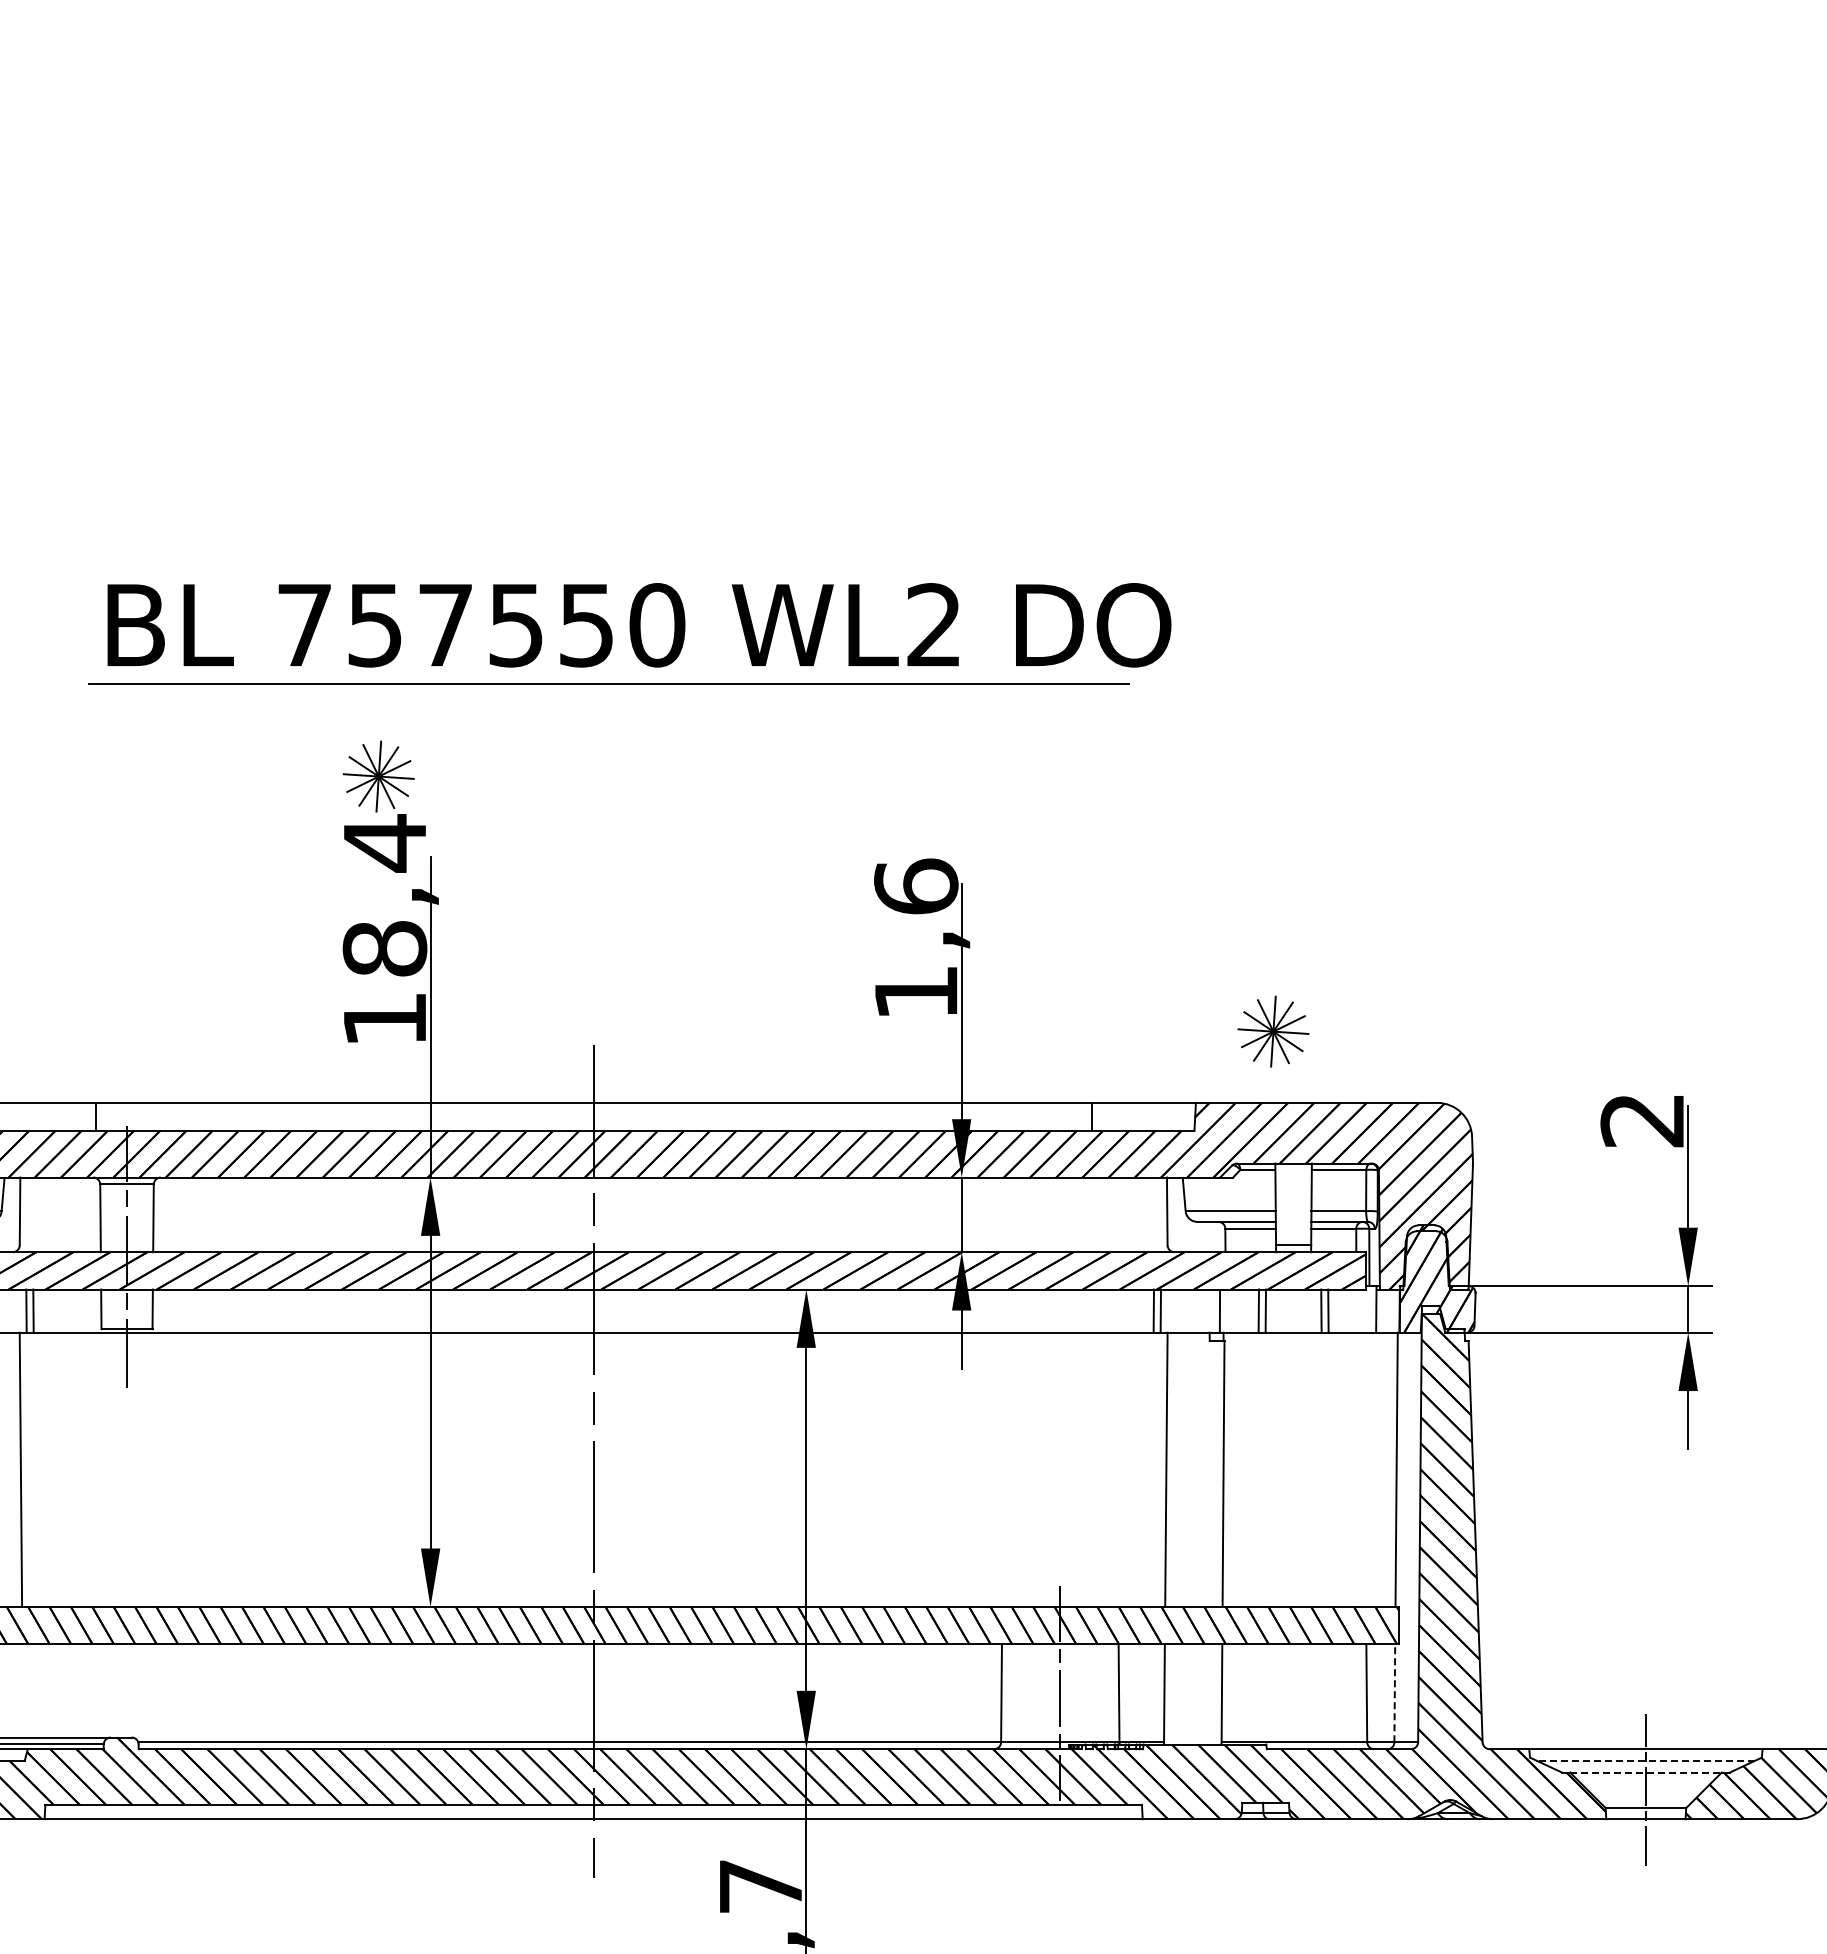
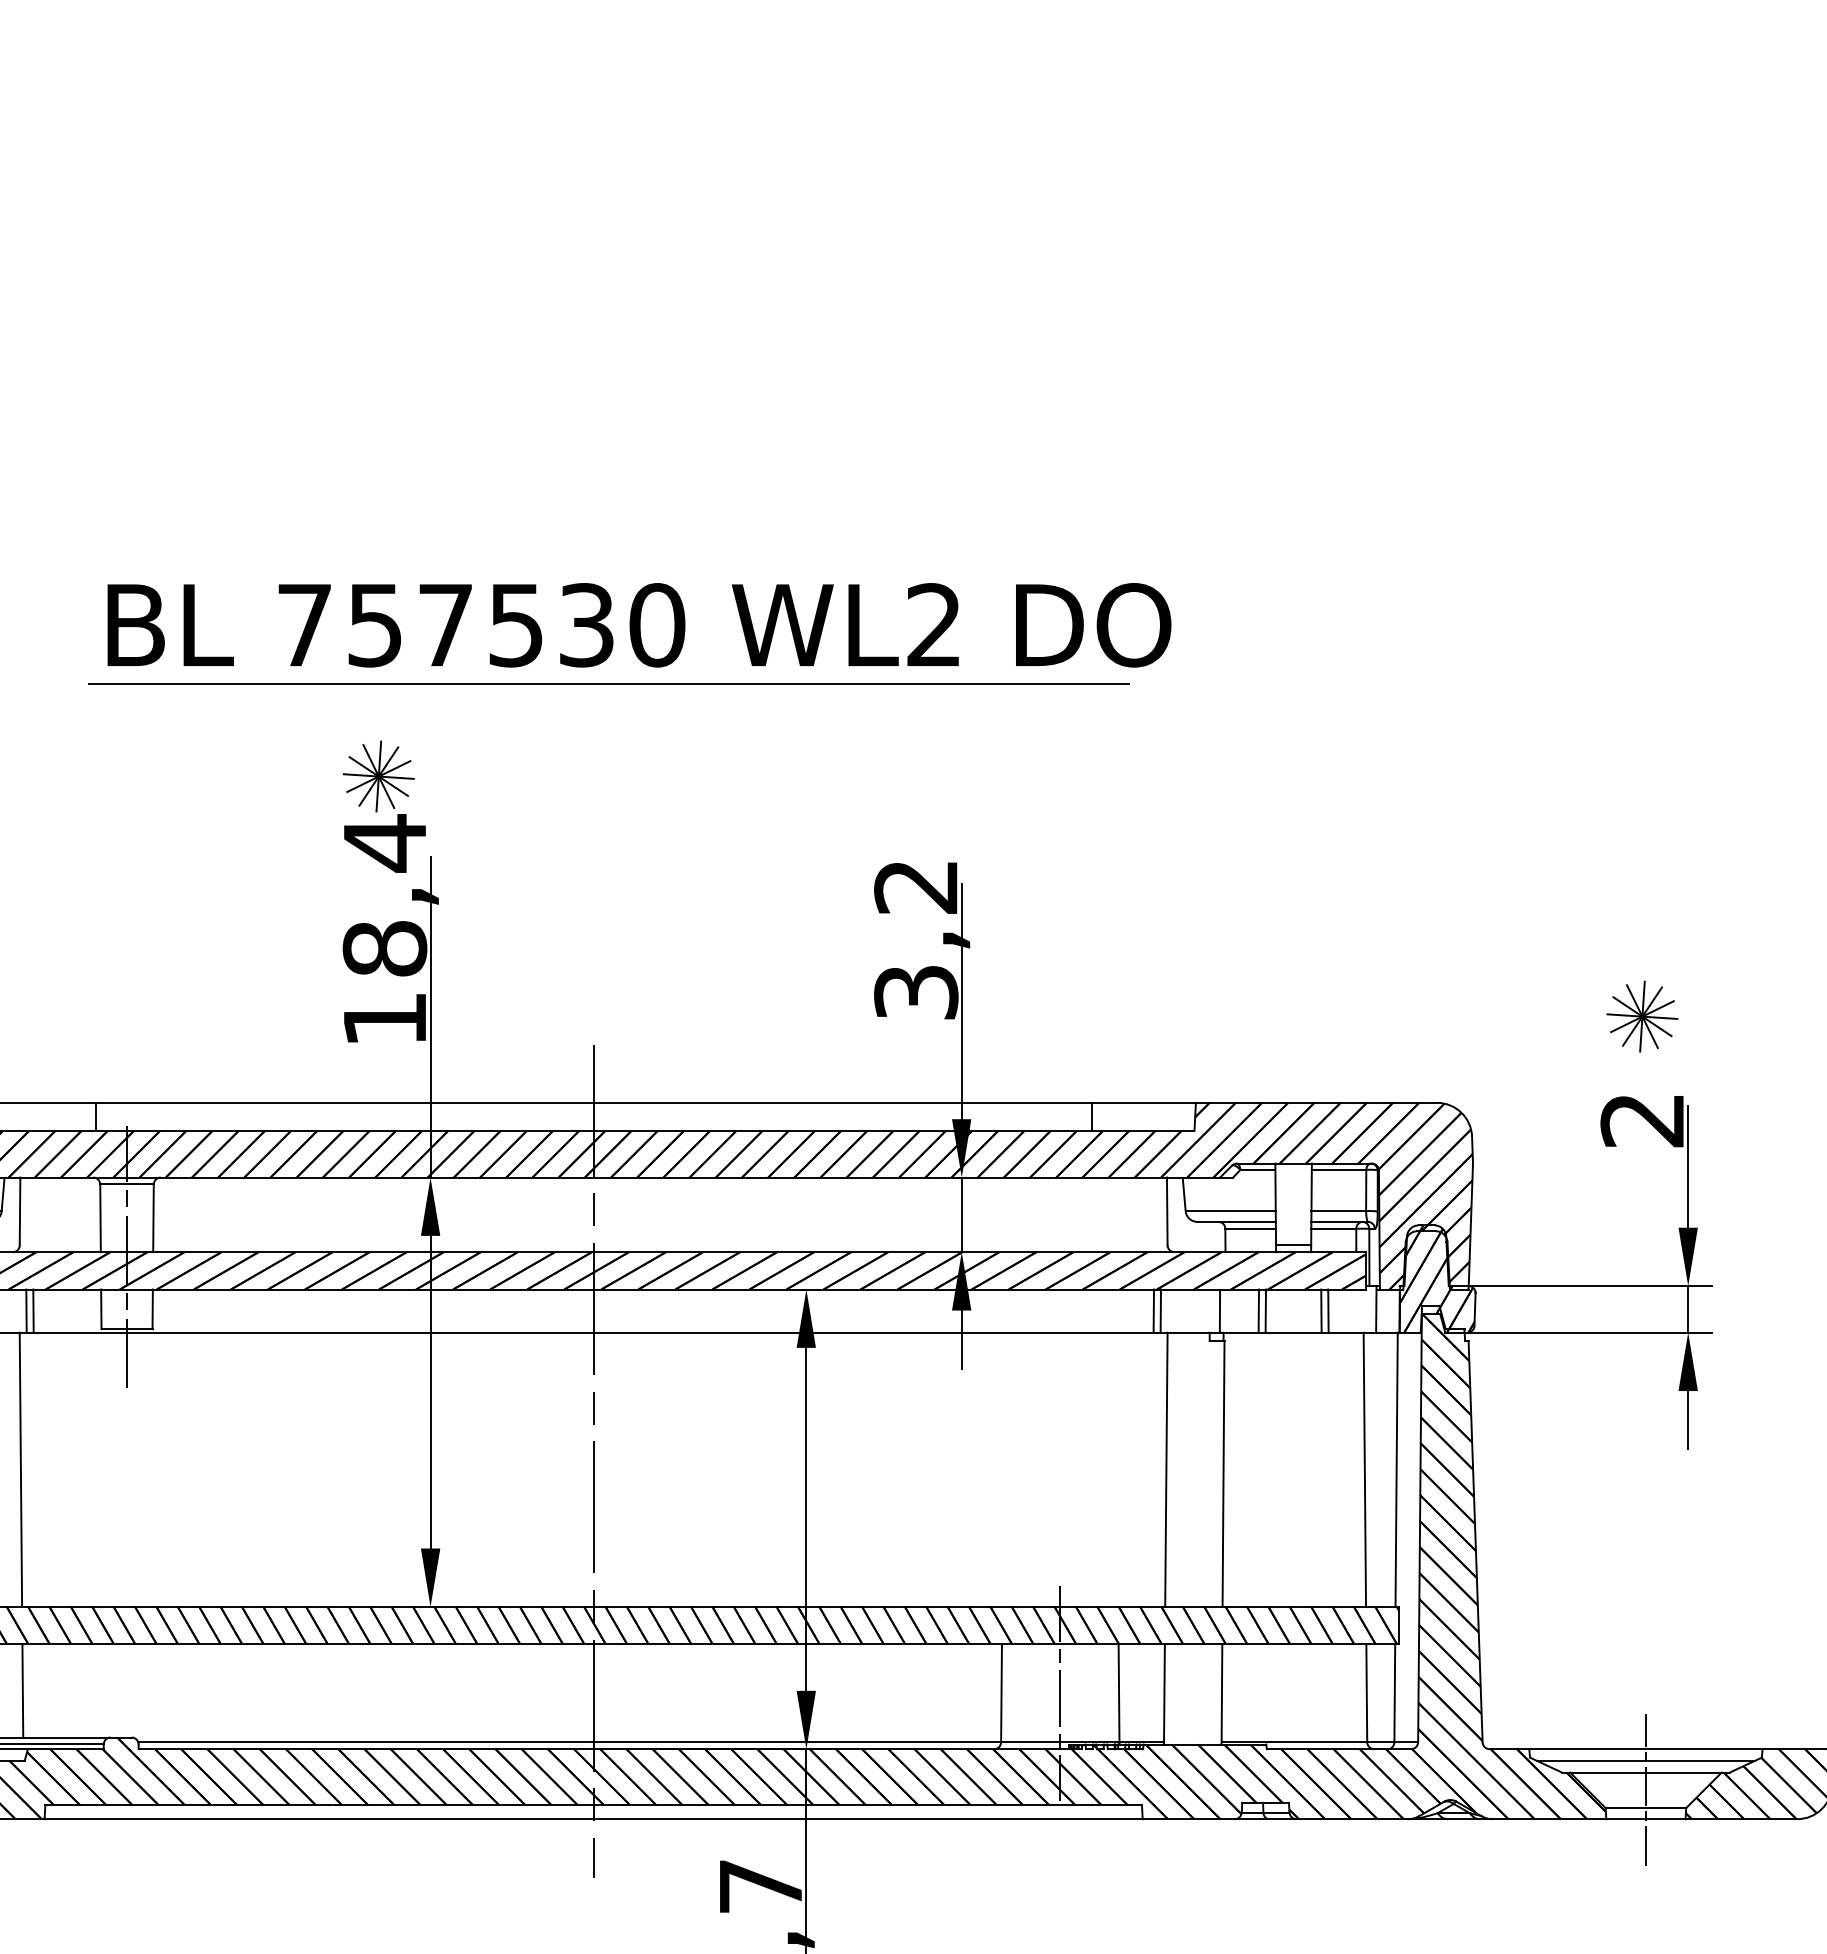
text at (586, 625): 757550 -> 757530
text at (916, 938): 1,6 -> 3,2
part at (1273, 1031) position: (1273, 1031) -> (1642, 1016)
line at (1364, 1469): none -> present
line at (22, 1690): none -> present
line at (1394, 1692): dashed -> solid
line at (1645, 1760): dashed -> solid
line at (1645, 1772): dashed -> solid
